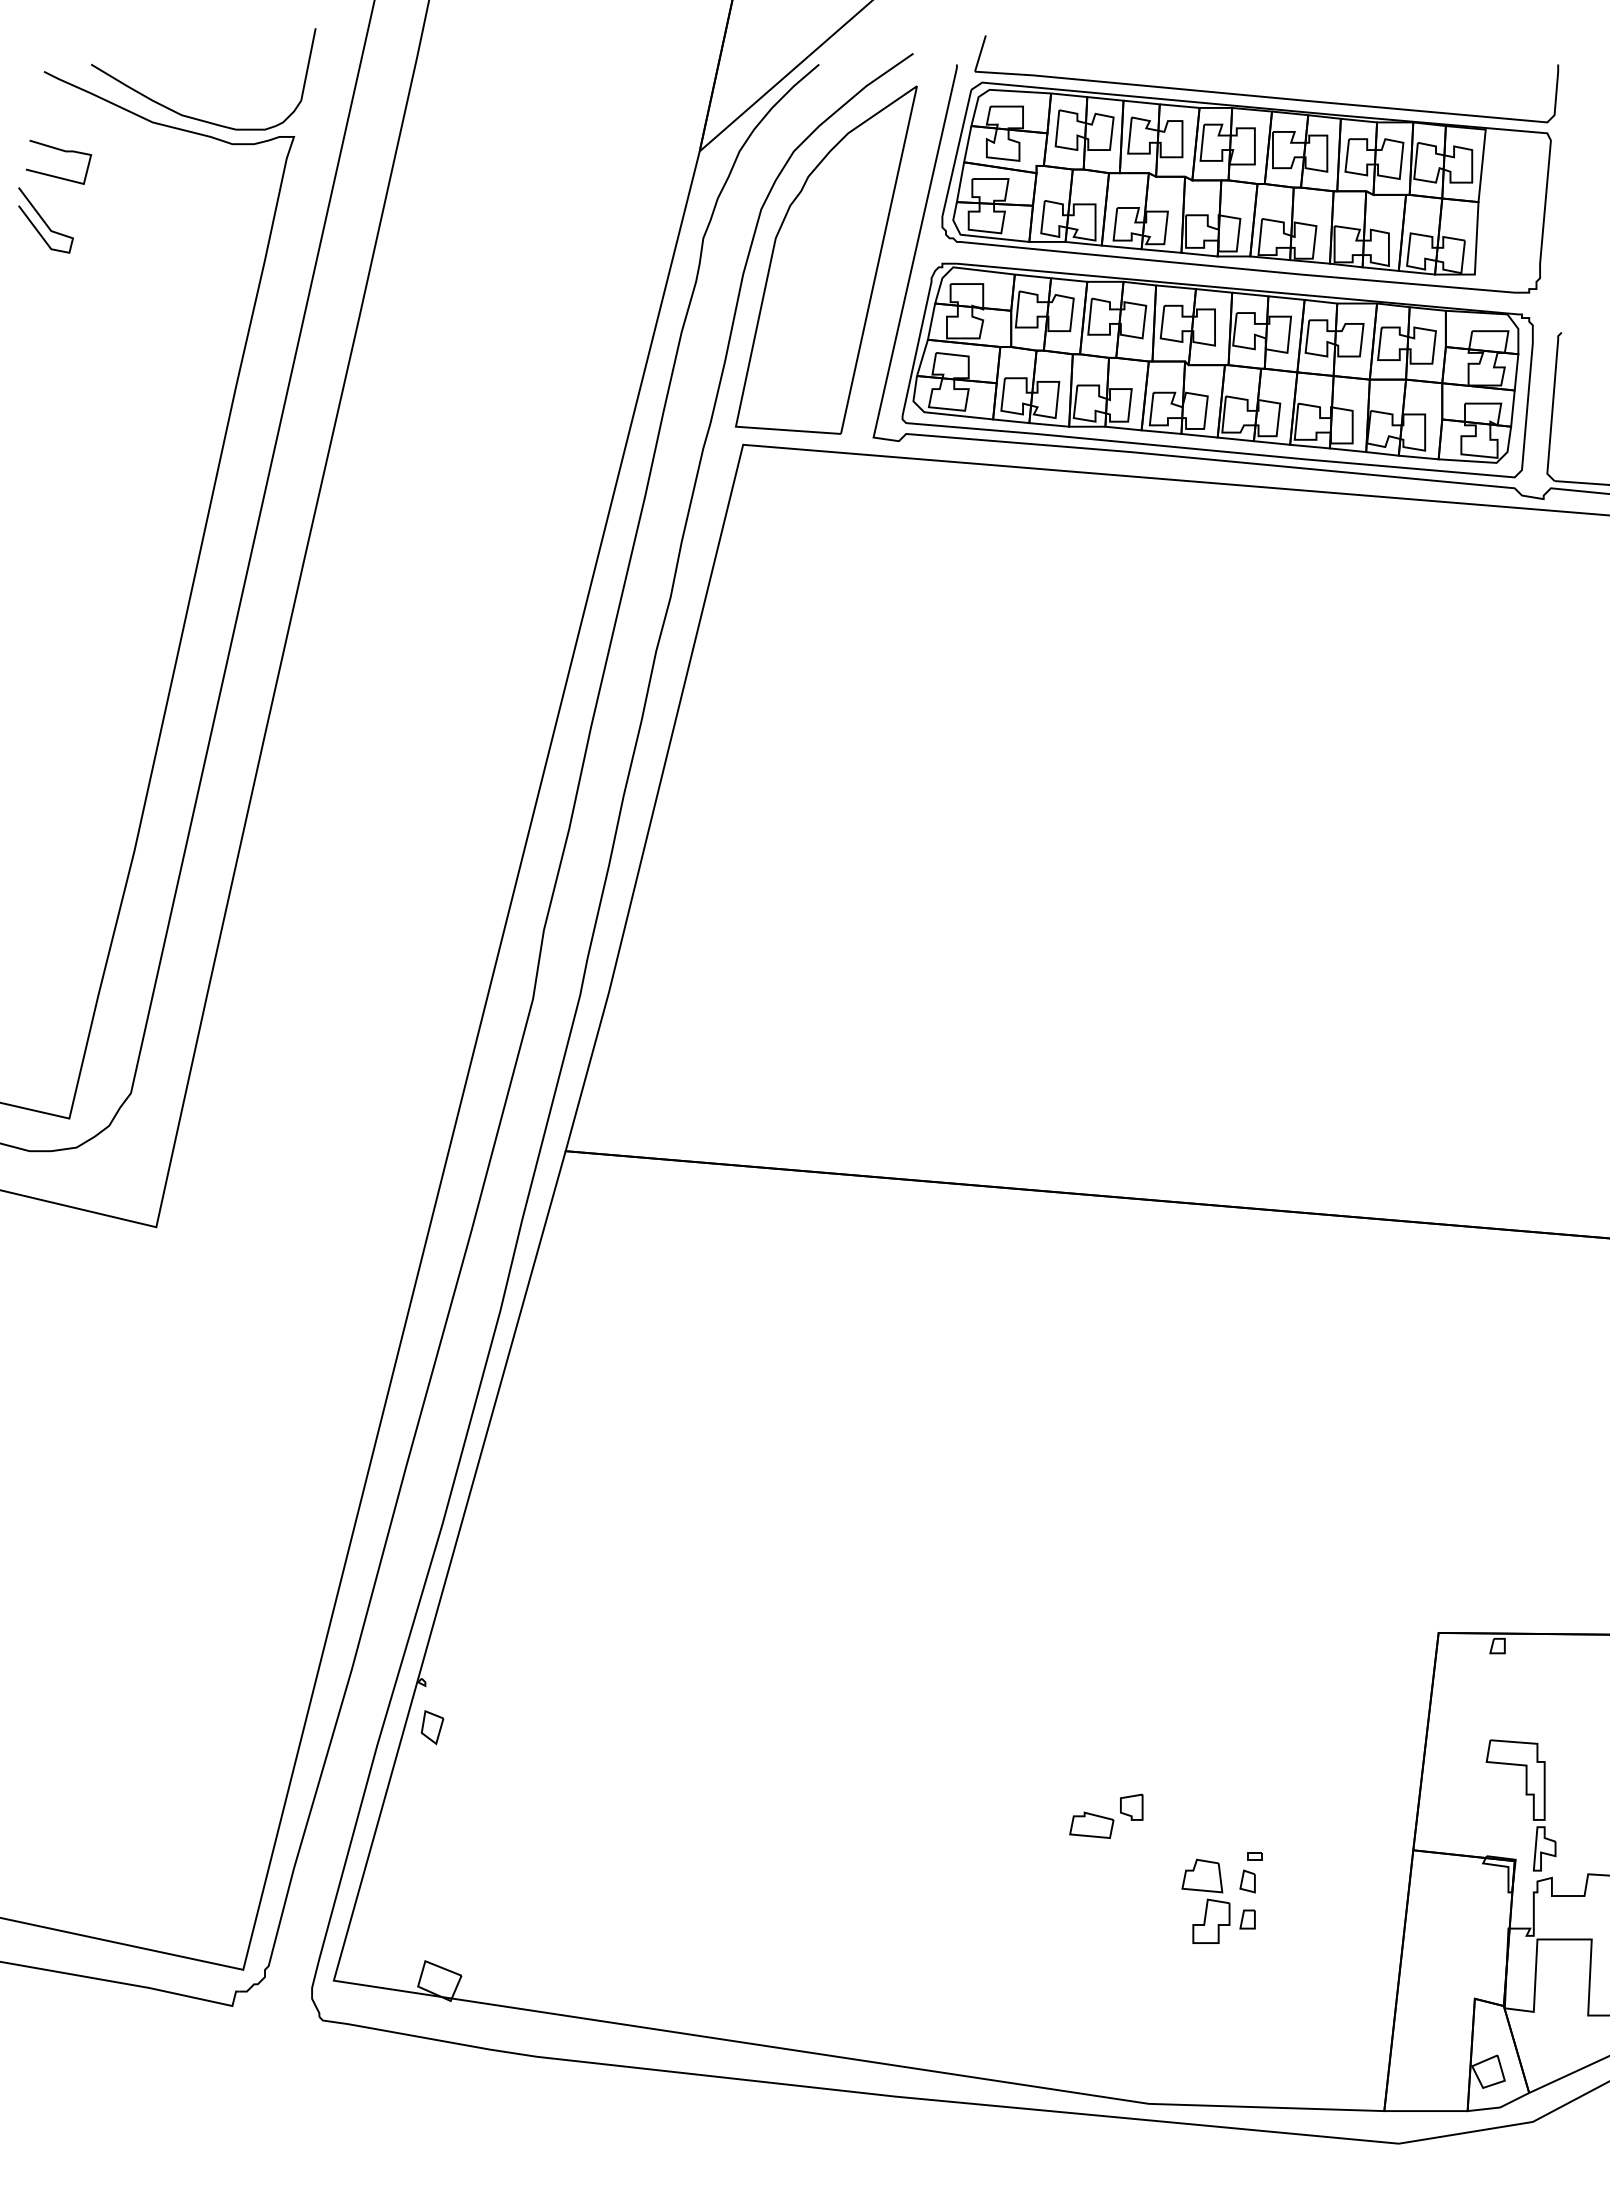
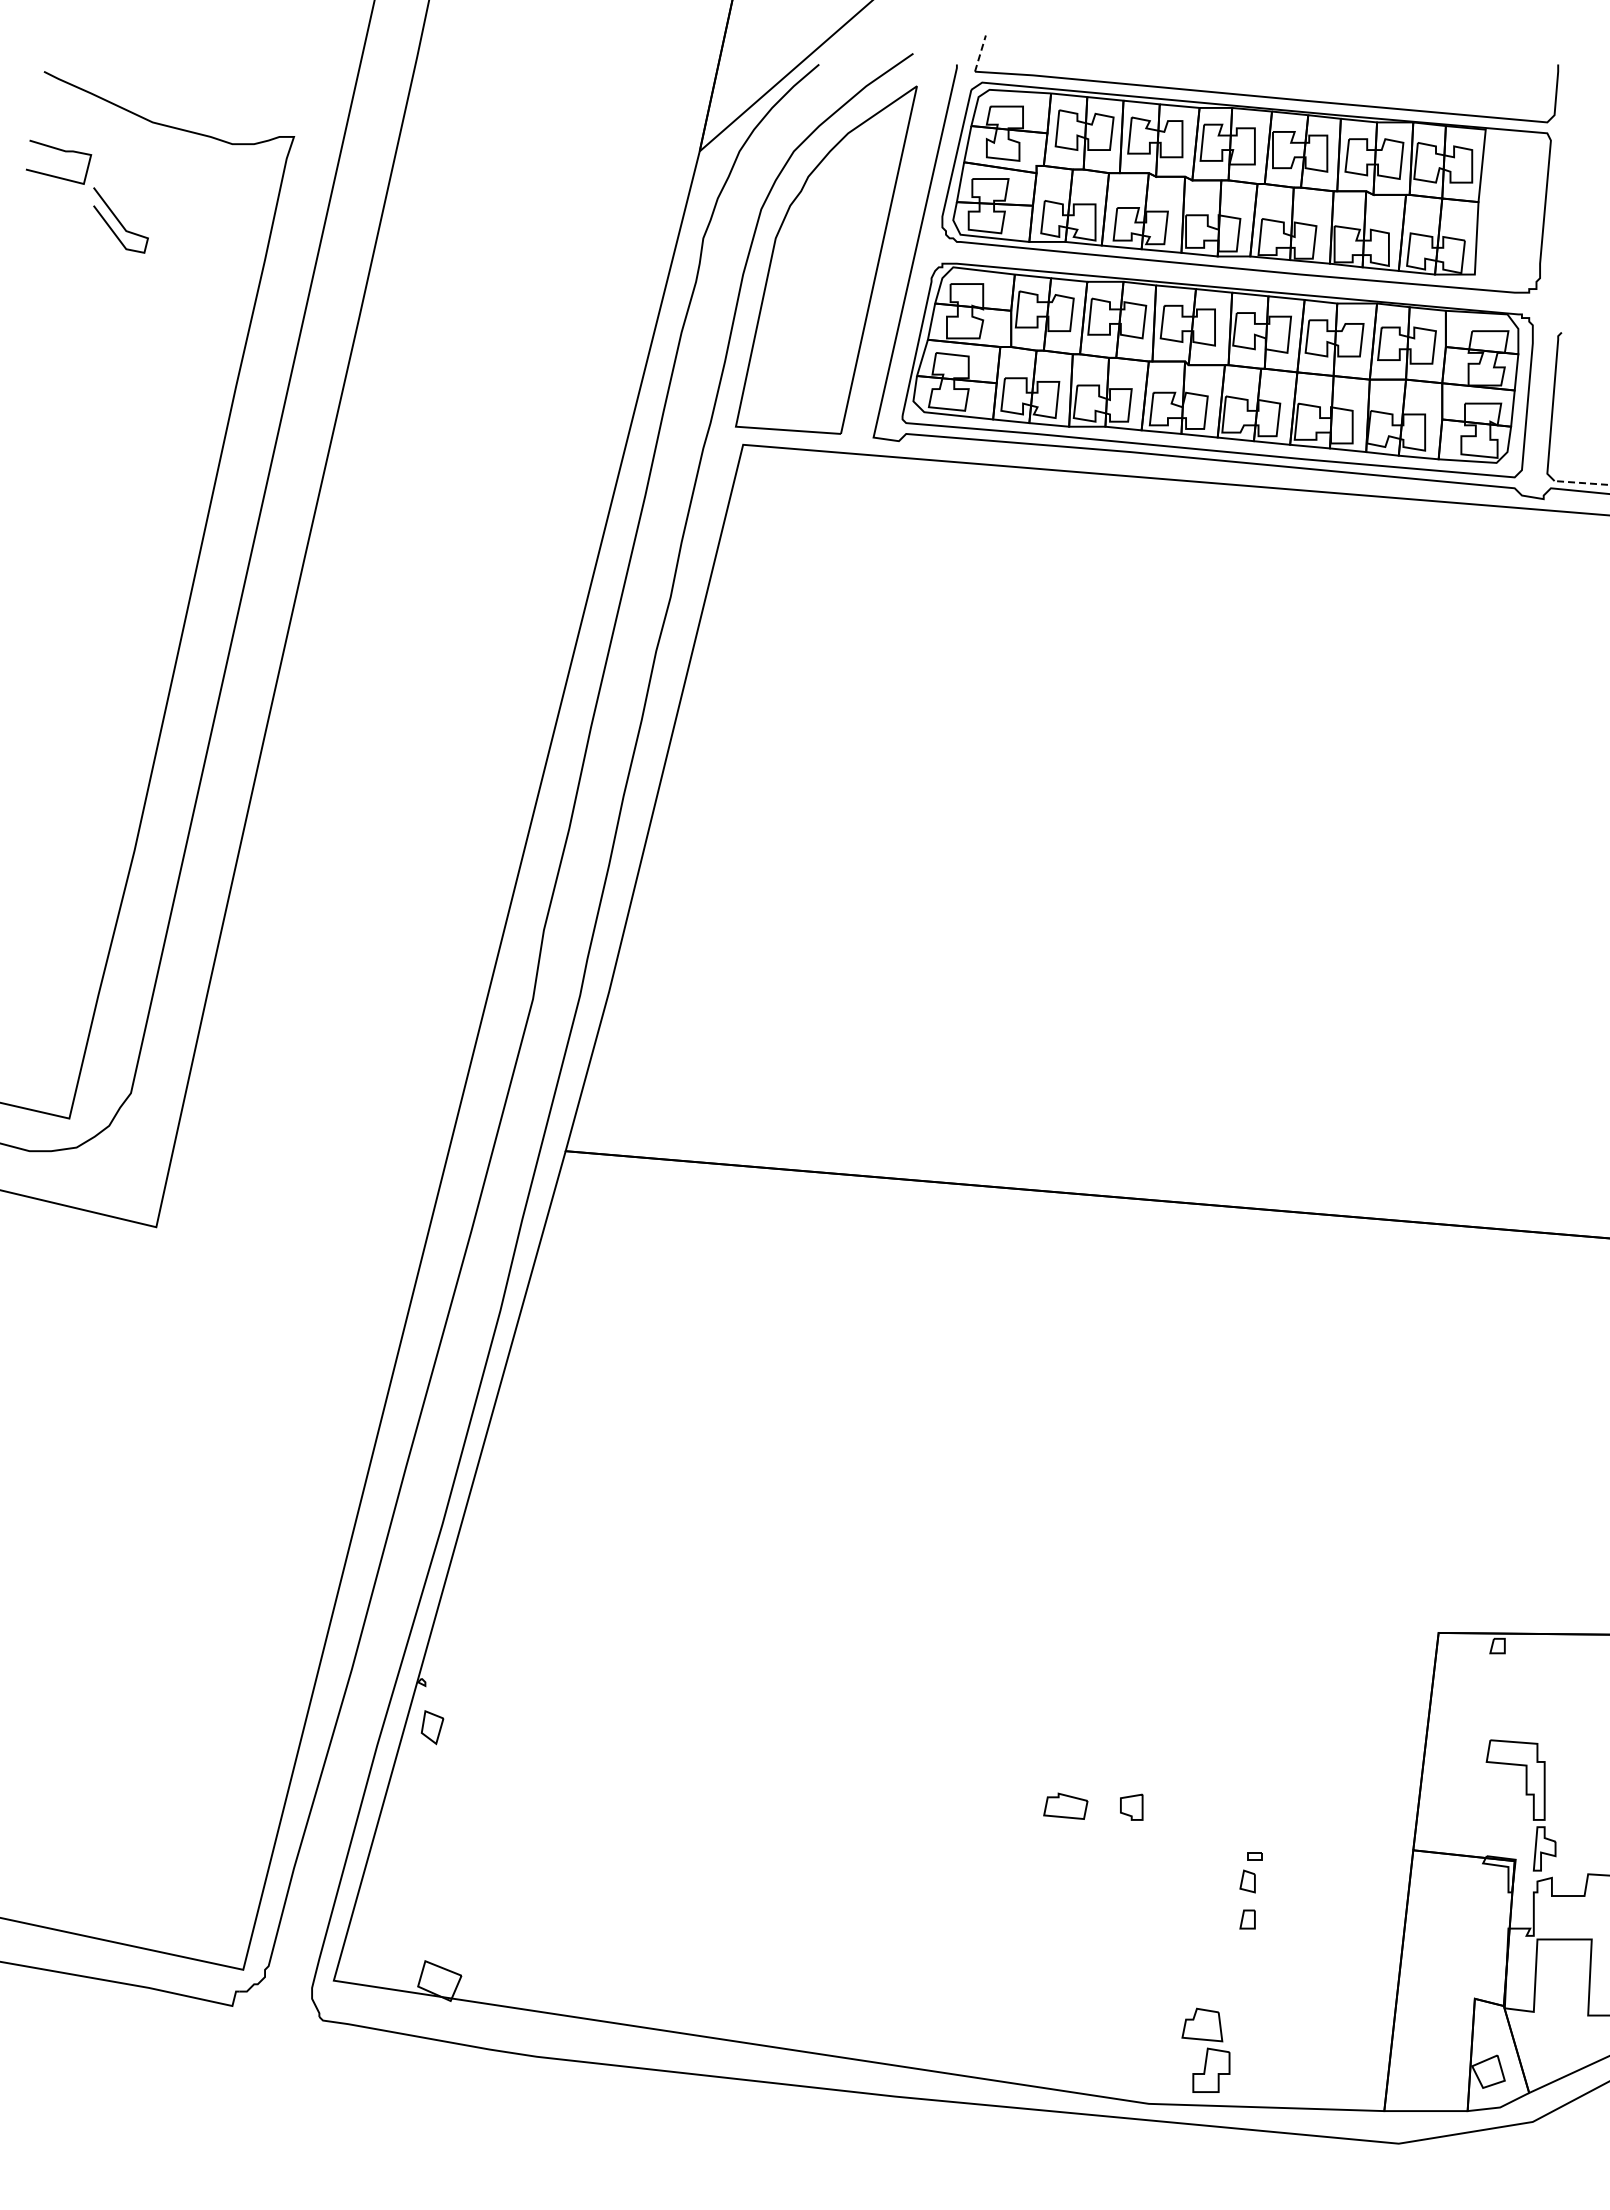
line at (980, 53): solid -> dashed
curve at (191, 116): present -> none
curve at (44, 220) position: (44, 220) -> (119, 220)
line at (1581, 482): solid -> dashed
part at (1091, 1824) position: (1091, 1824) -> (1065, 1805)
part at (1205, 1900) position: (1205, 1900) -> (1205, 2049)
